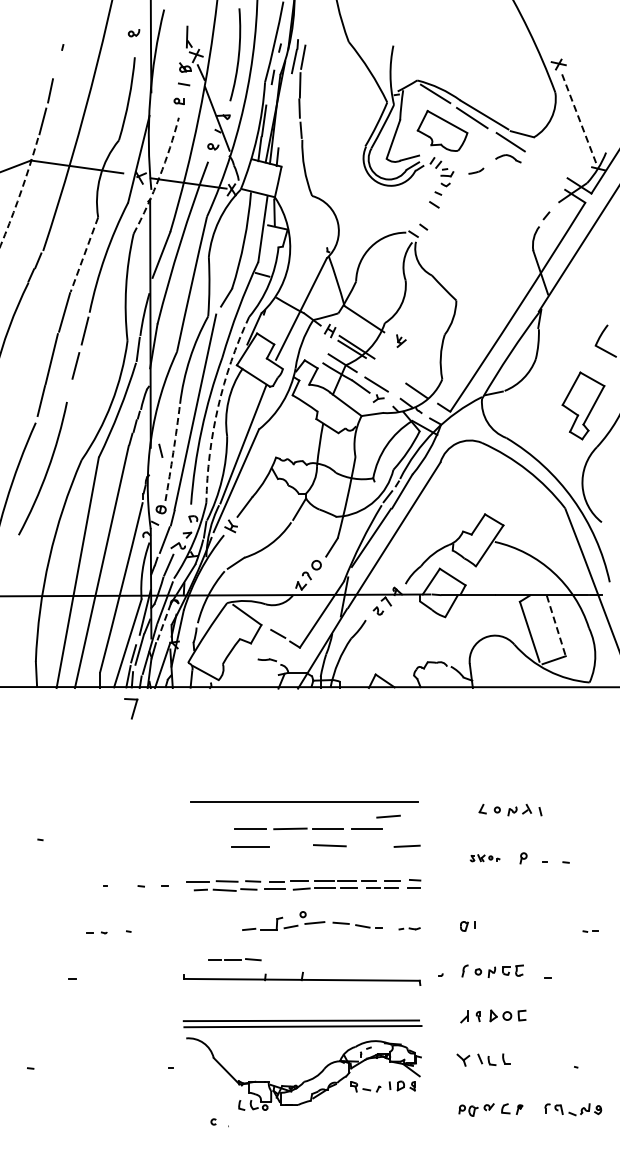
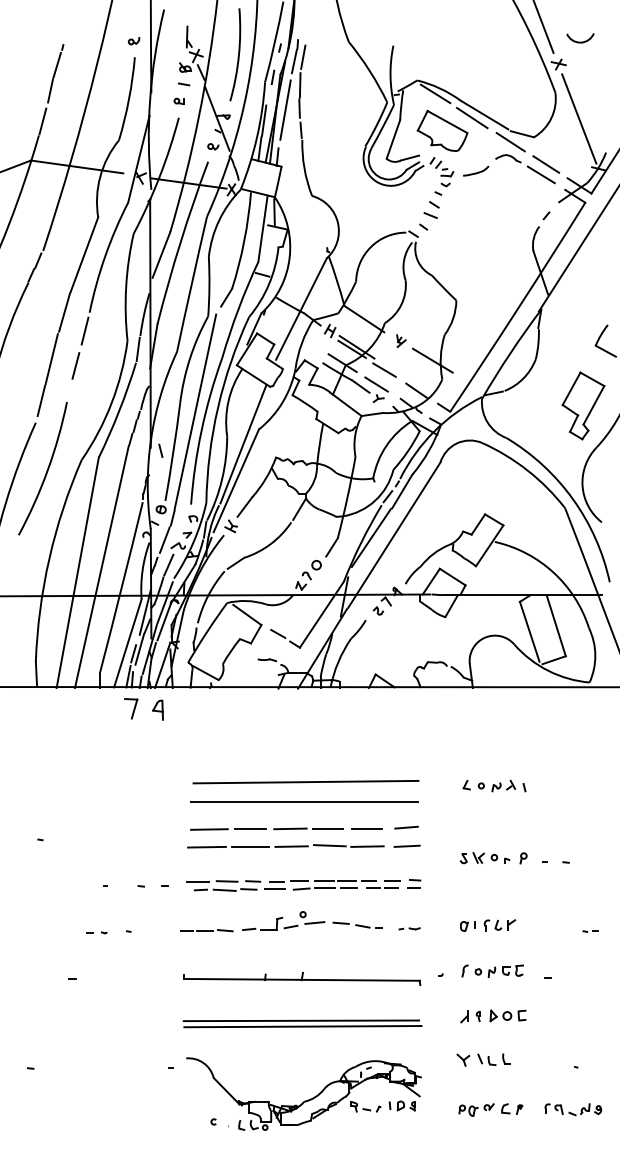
line at (543, 27): none -> present
part at (133, 33) position: (133, 33) -> (133, 41)
arc at (580, 41): none -> present
line at (56, 64): none -> present
line at (285, 109): none -> present
line at (579, 118): dashed -> solid
line at (546, 164): none -> present
part at (476, 170) size: 17x8 px -> 27x12 px
line at (540, 174): none -> present
arc at (159, 177): dashed -> solid
arc at (21, 191): dashed -> solid
line at (430, 215): none -> present
line at (84, 254): dashed -> solid
line at (432, 360): none -> present
line at (384, 369): none -> present
arc at (218, 407): dashed -> solid
arc at (173, 452): dashed -> solid
line at (164, 622): dashed -> solid
line at (556, 625): dashed -> solid
part at (157, 709): none -> present
line at (305, 781): none -> present
part at (510, 809) position: (510, 809) -> (494, 785)
line at (388, 816) position: (388, 816) -> (406, 827)
line at (209, 829): none -> present
line at (206, 846): none -> present
line at (291, 846): none -> present
line at (367, 846): none -> present
part at (484, 858) size: 32x9 px -> 51x13 px
part at (499, 925): none -> present
part at (234, 959) position: (234, 959) -> (206, 930)
part at (304, 1080) position: (304, 1080) -> (304, 1100)
